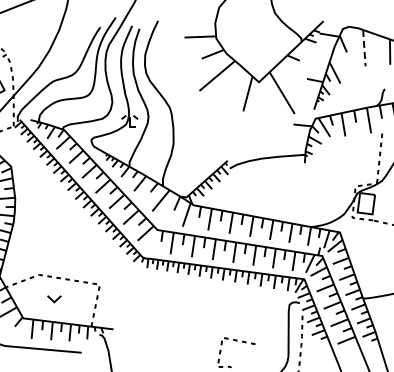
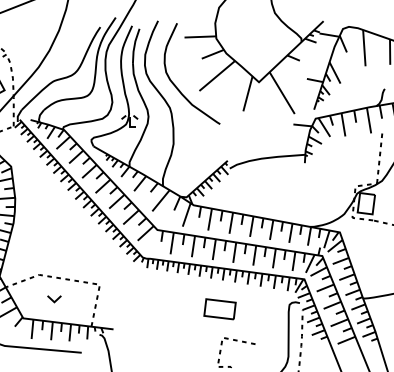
line at (364, 48): dashed -> solid
curve at (175, 84): none -> present
part at (219, 309): none -> present
